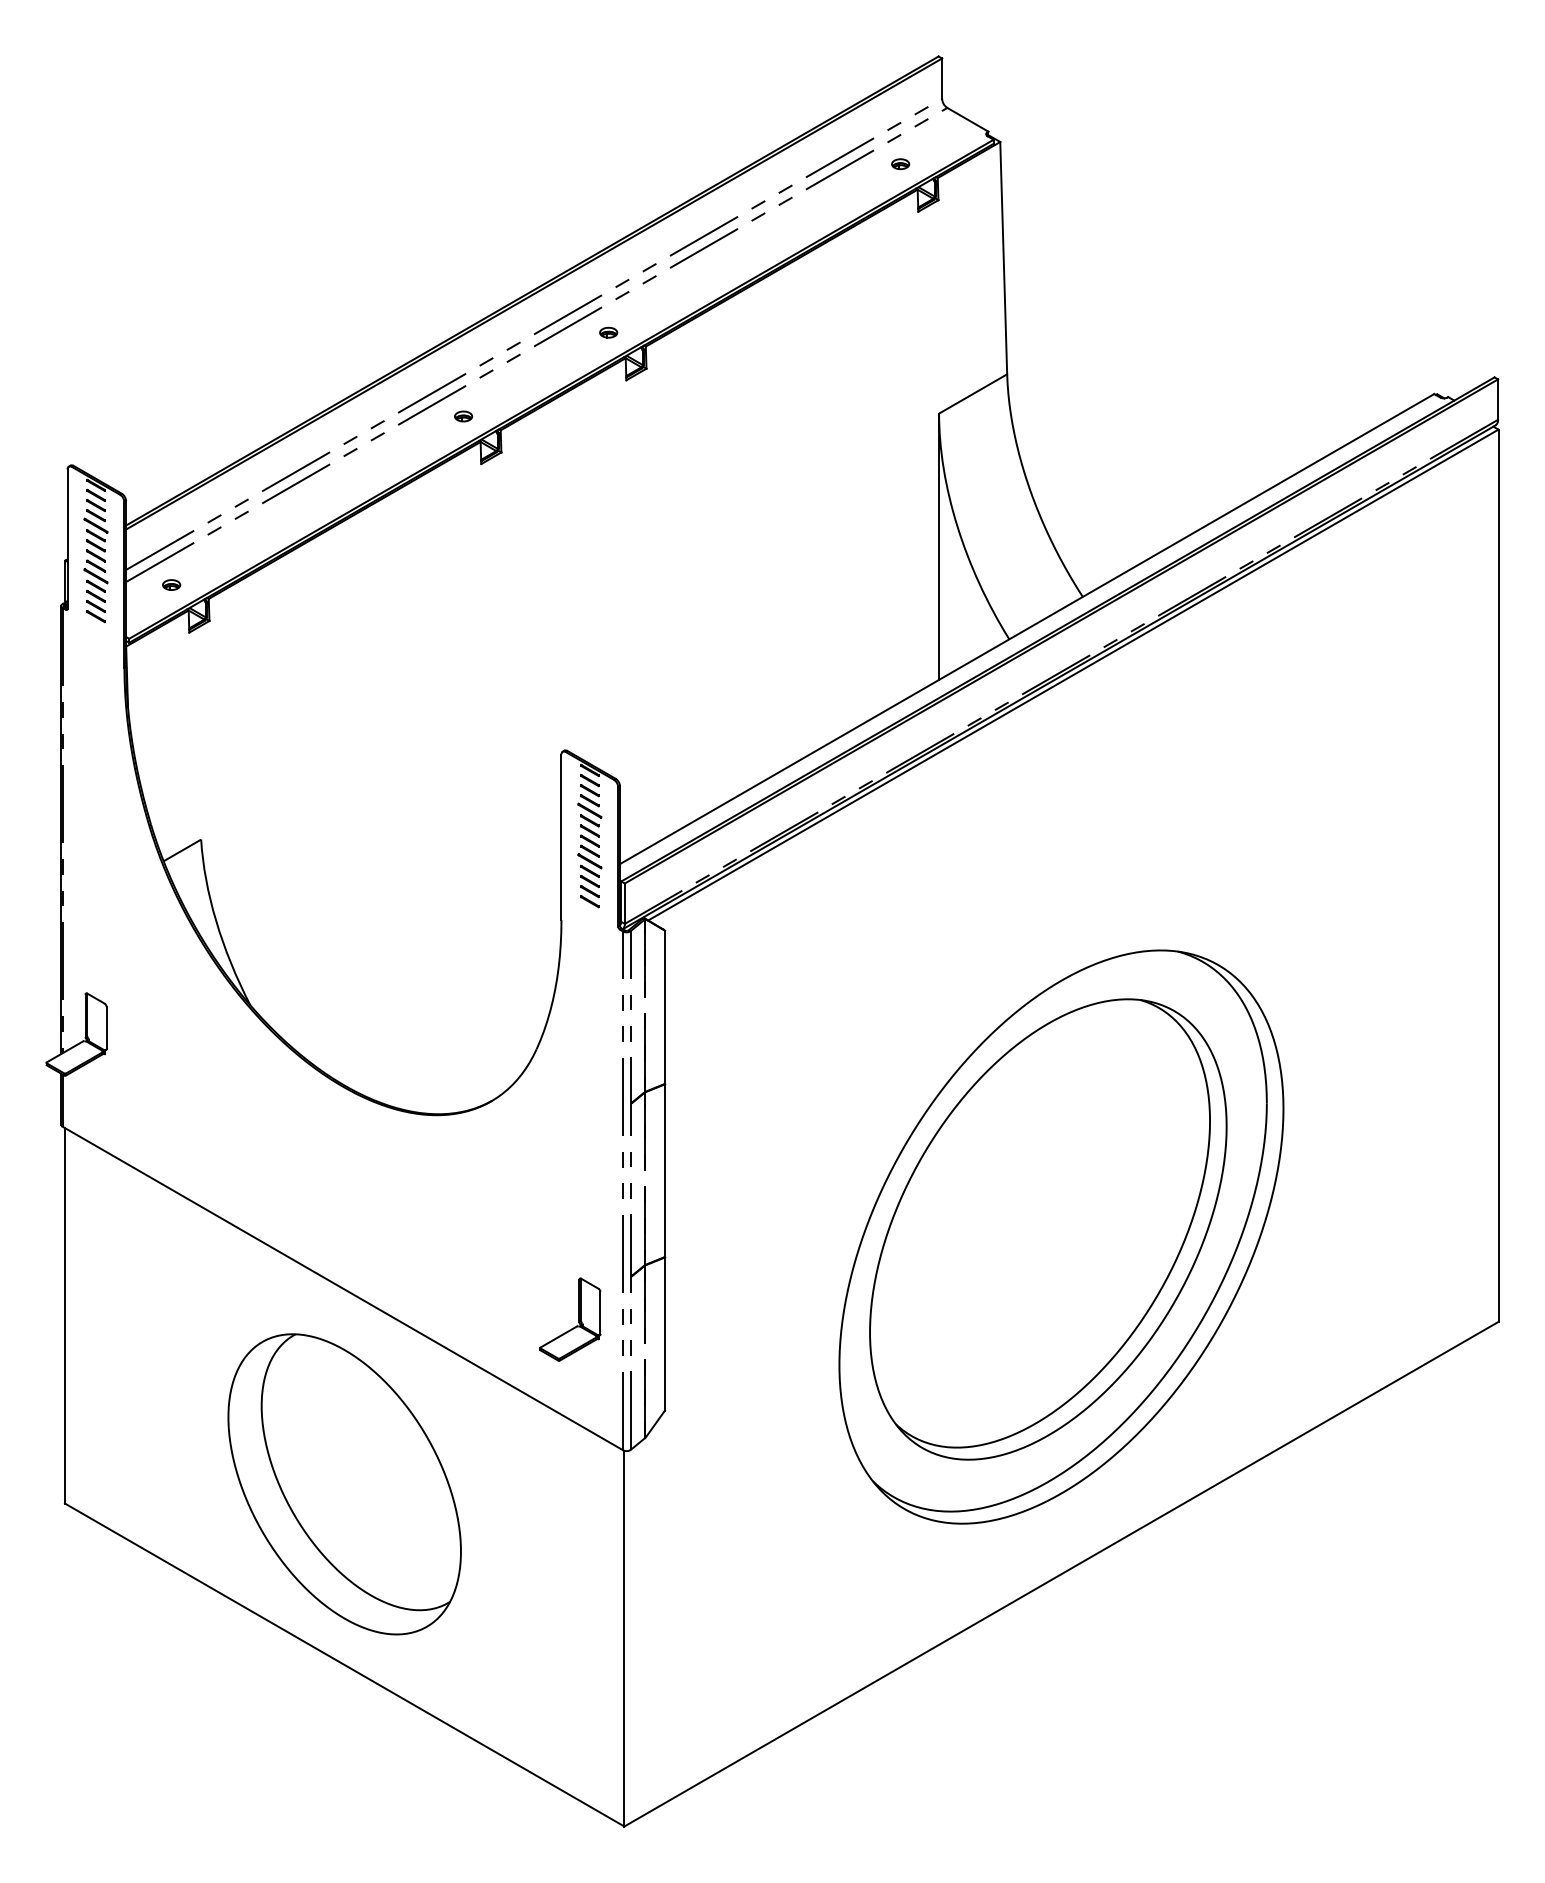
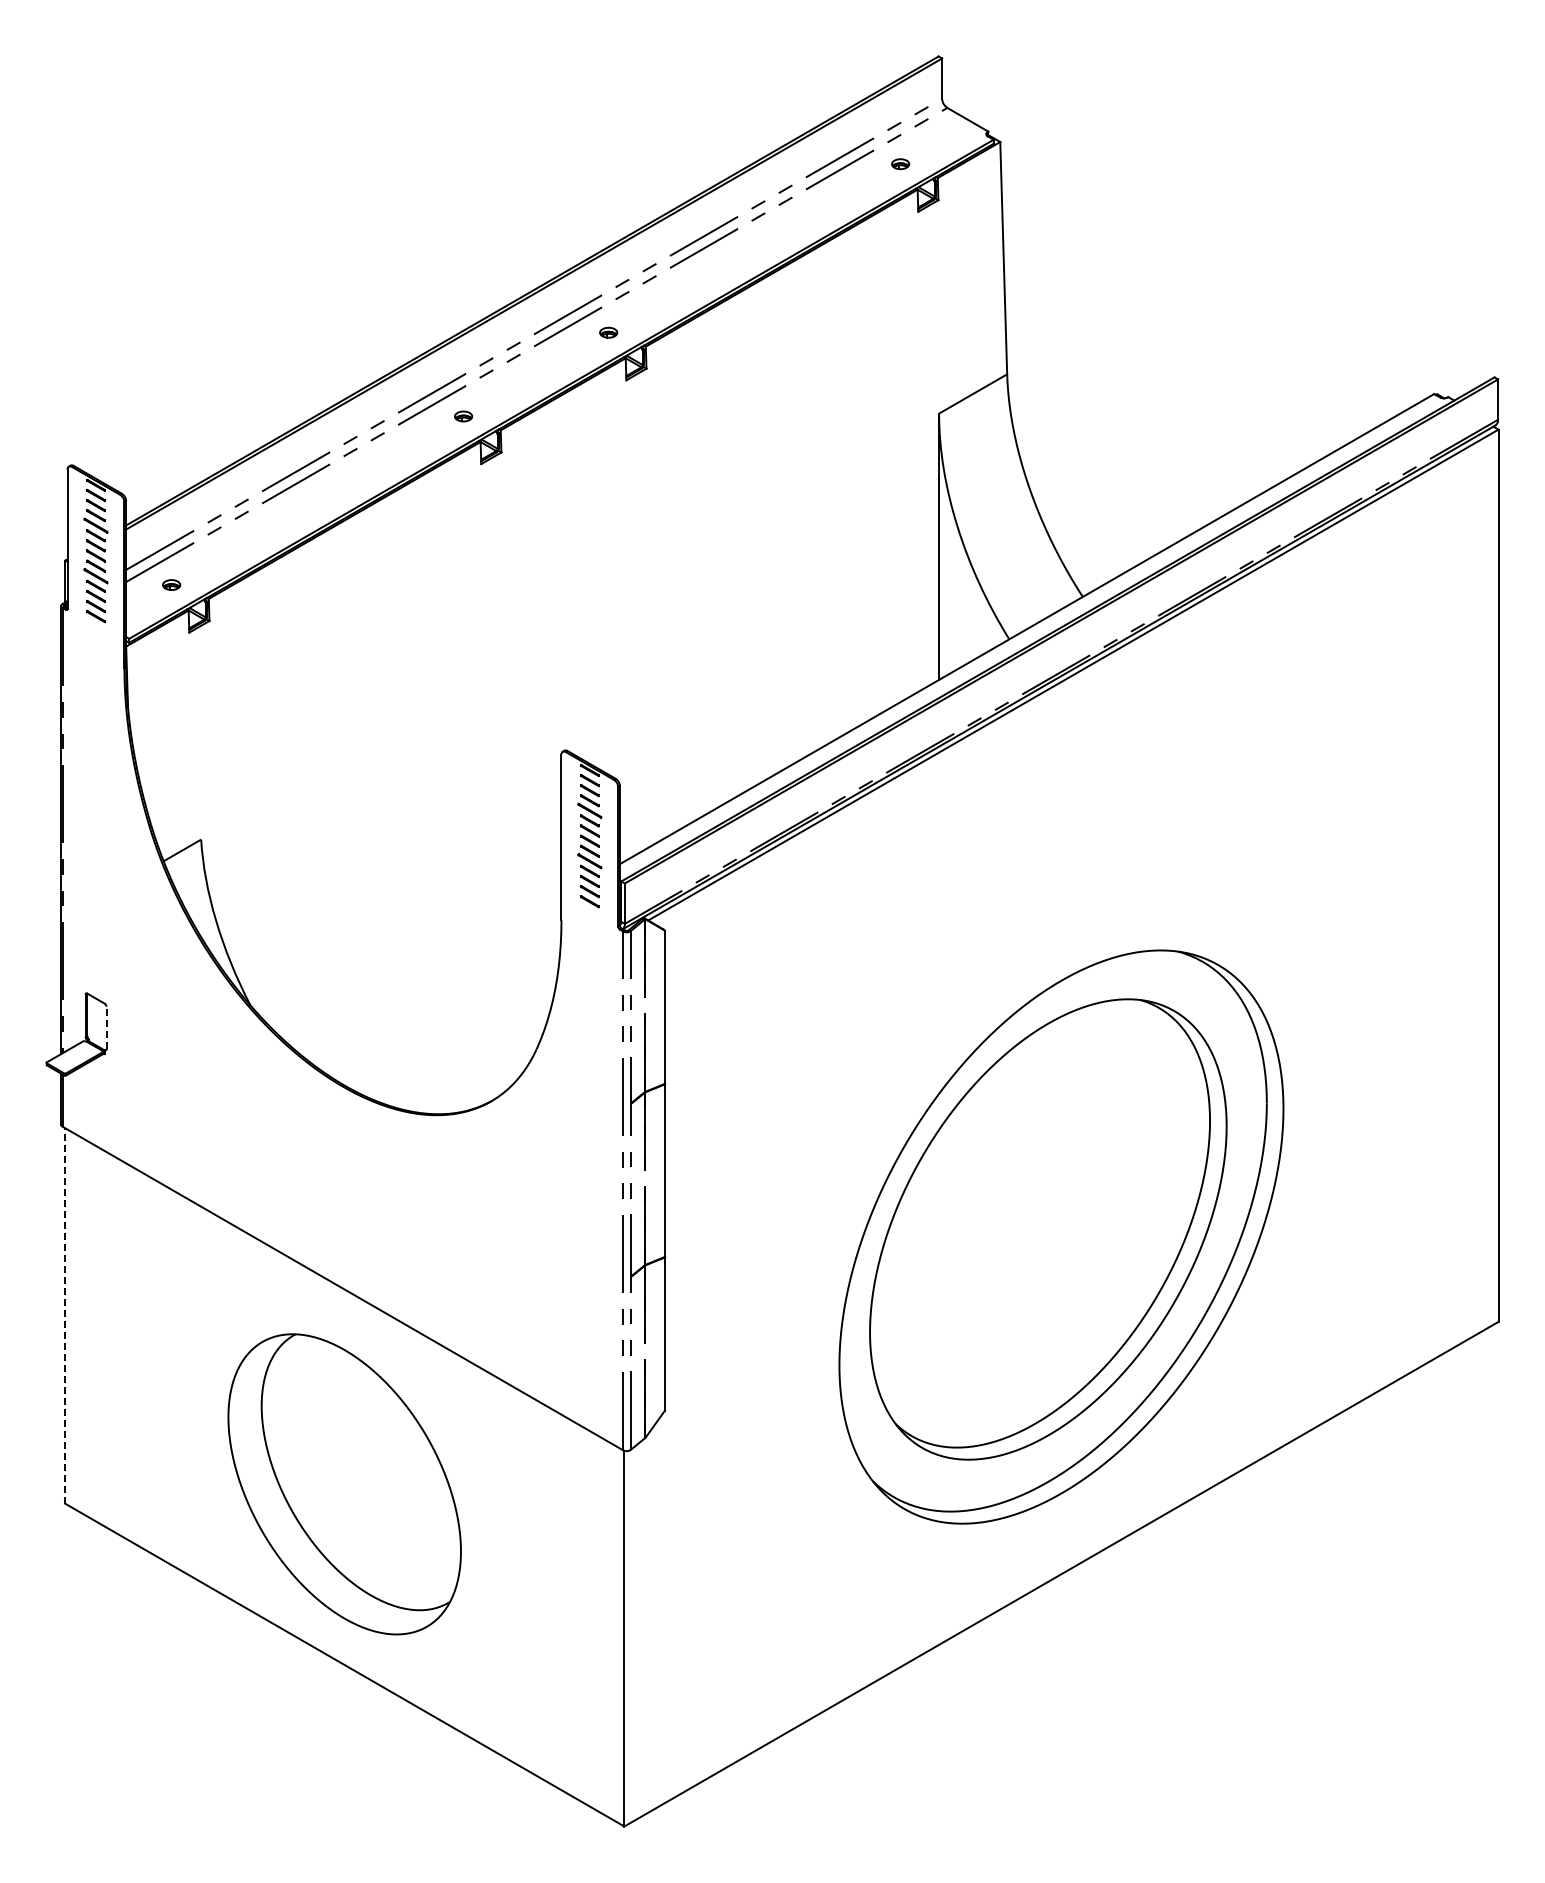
line at (106, 1027): solid -> dashed
line at (65, 1315): solid -> dashed
part at (578, 1319): present -> none
